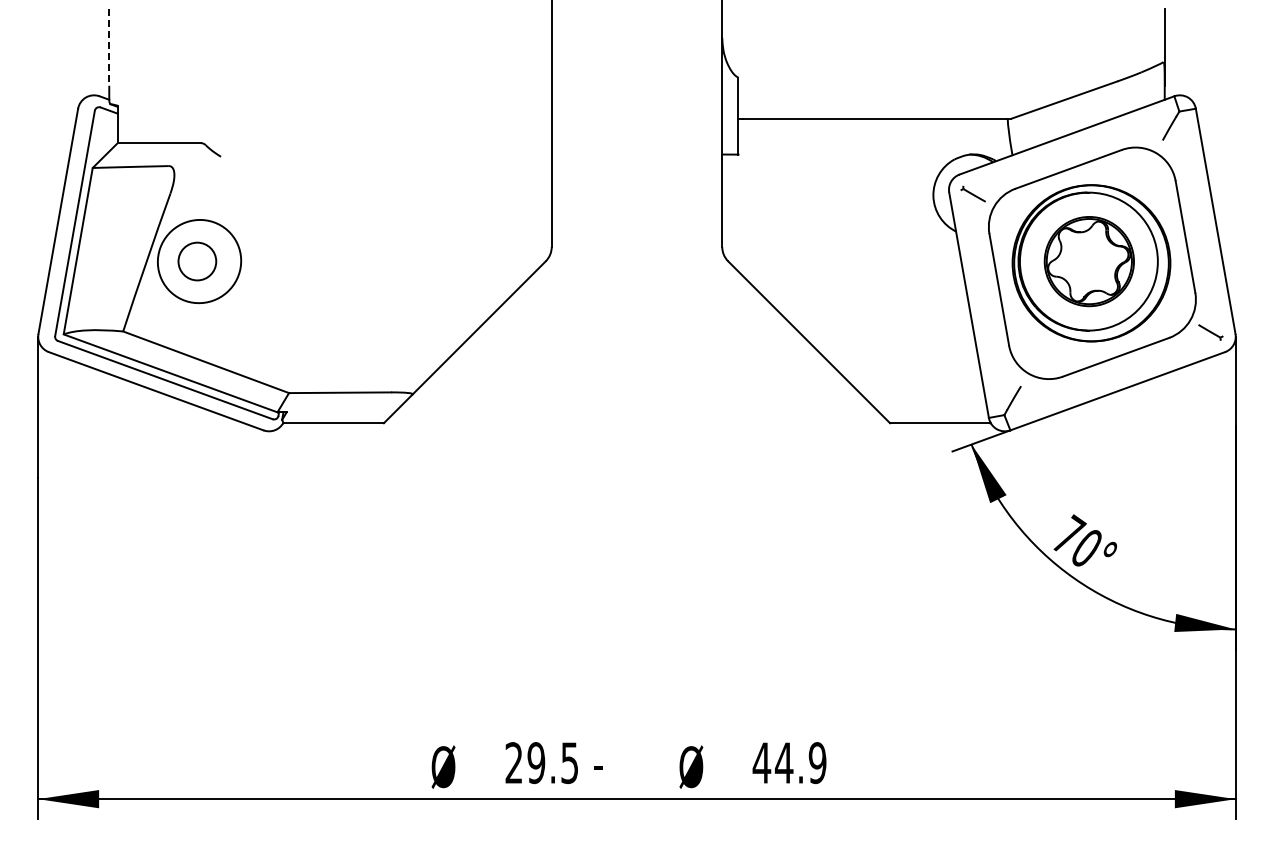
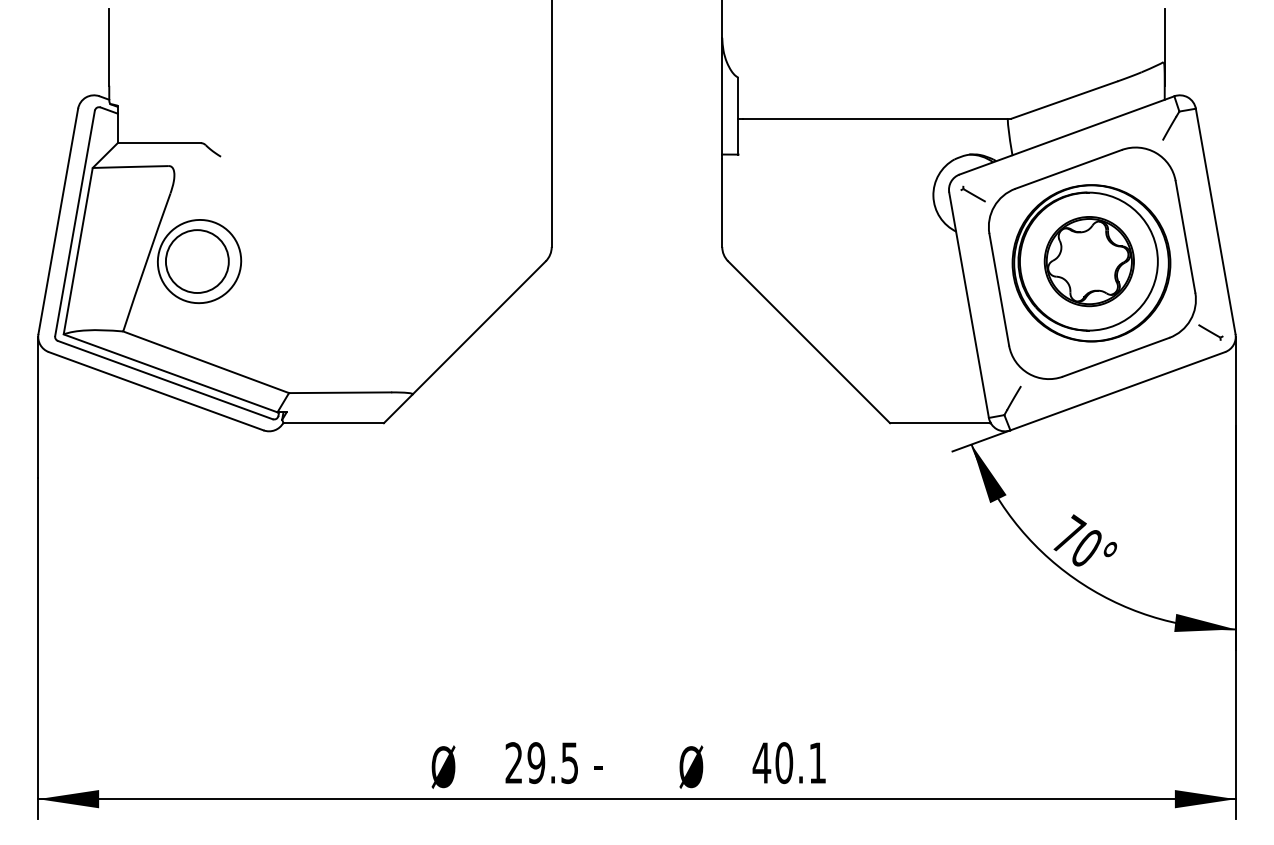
line at (109, 47): dashed -> solid
circle at (197, 261) diameter: 38 px -> 63 px
text at (800, 763): 44.9 -> 40.1
